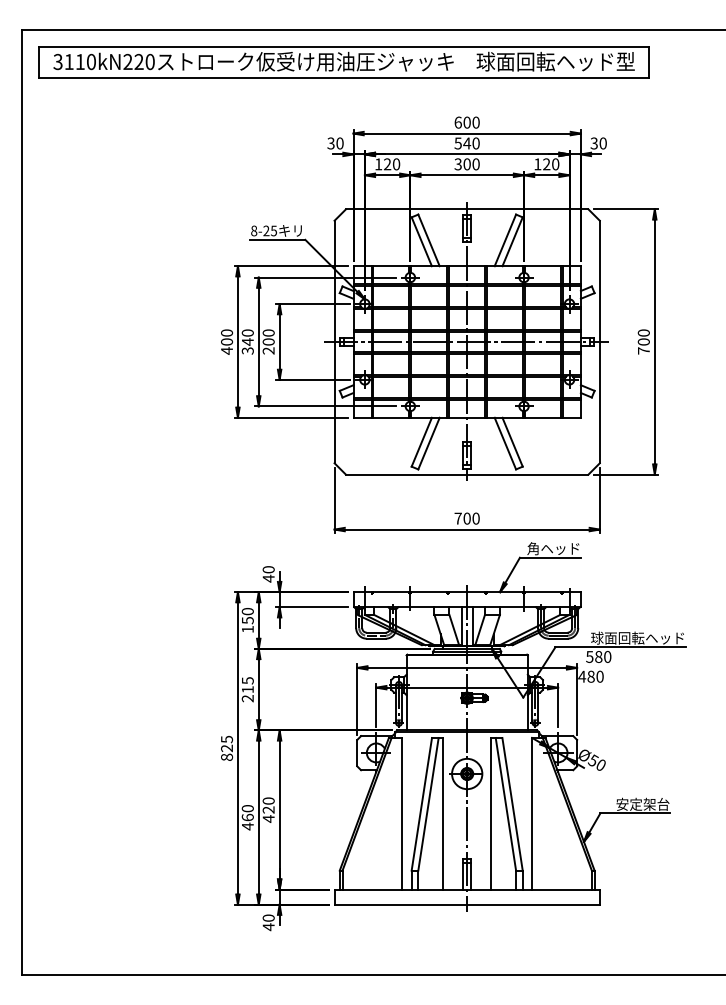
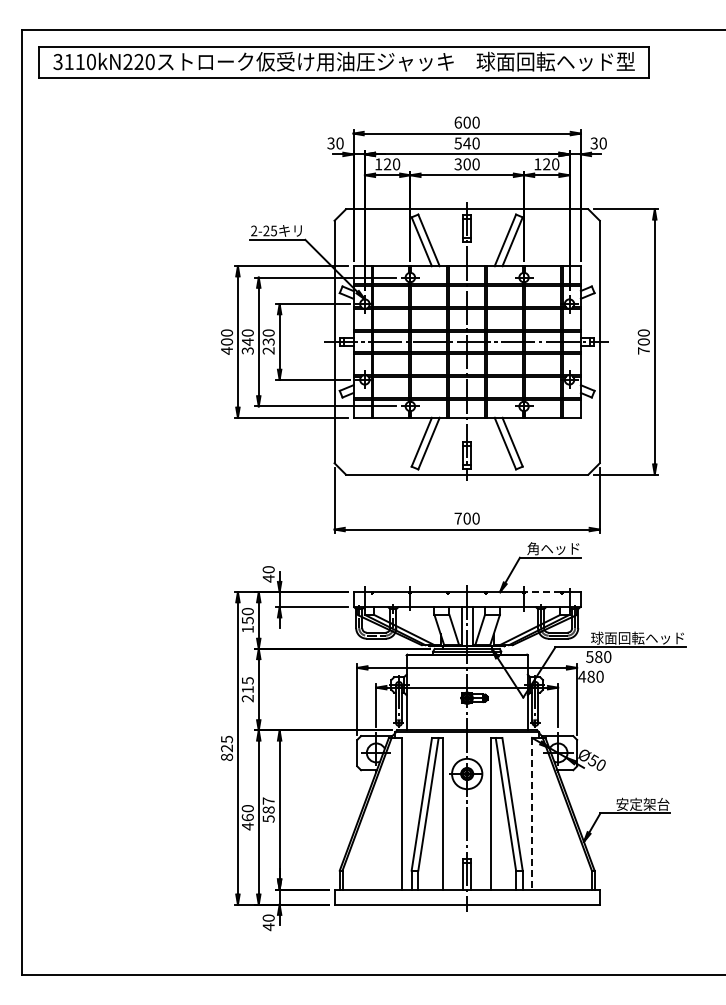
text at (254, 230): 8-25 -> 2-25
text at (268, 341): 200 -> 230
line at (542, 592): solid -> dashed
text at (268, 809): 420 -> 587
line at (532, 813): solid -> dashed
